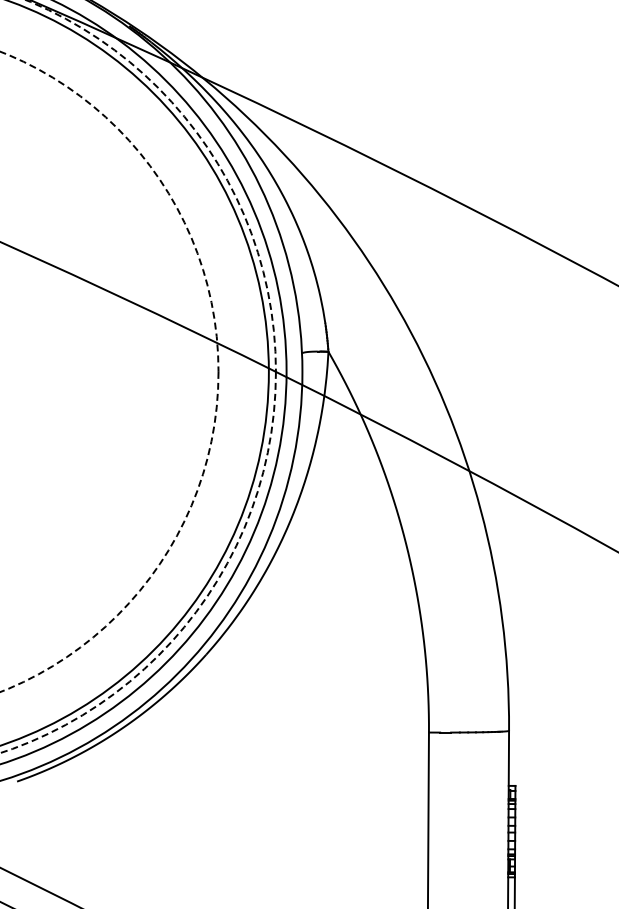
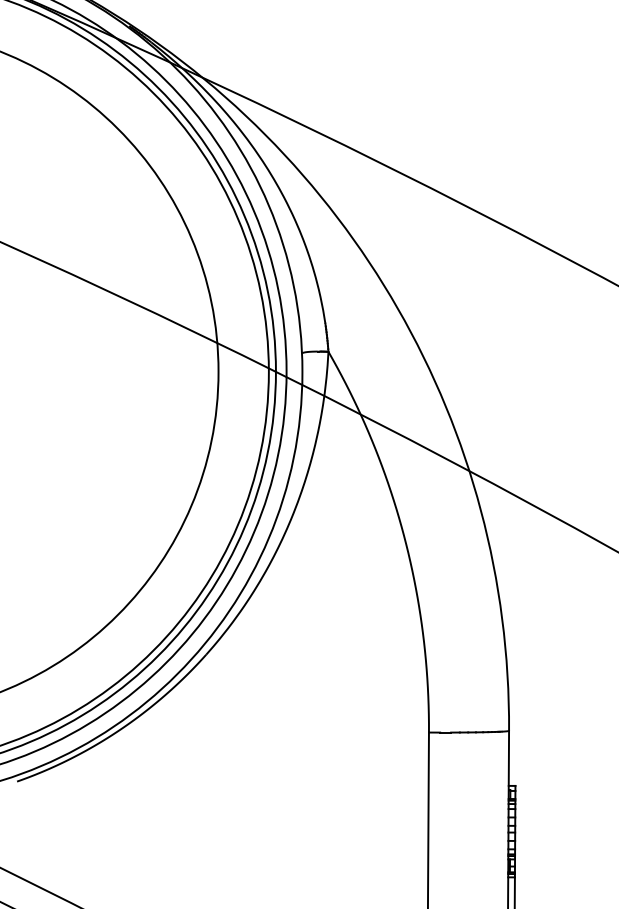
circle at (109, 371): dashed -> solid
circle at (137, 376): dashed -> solid
